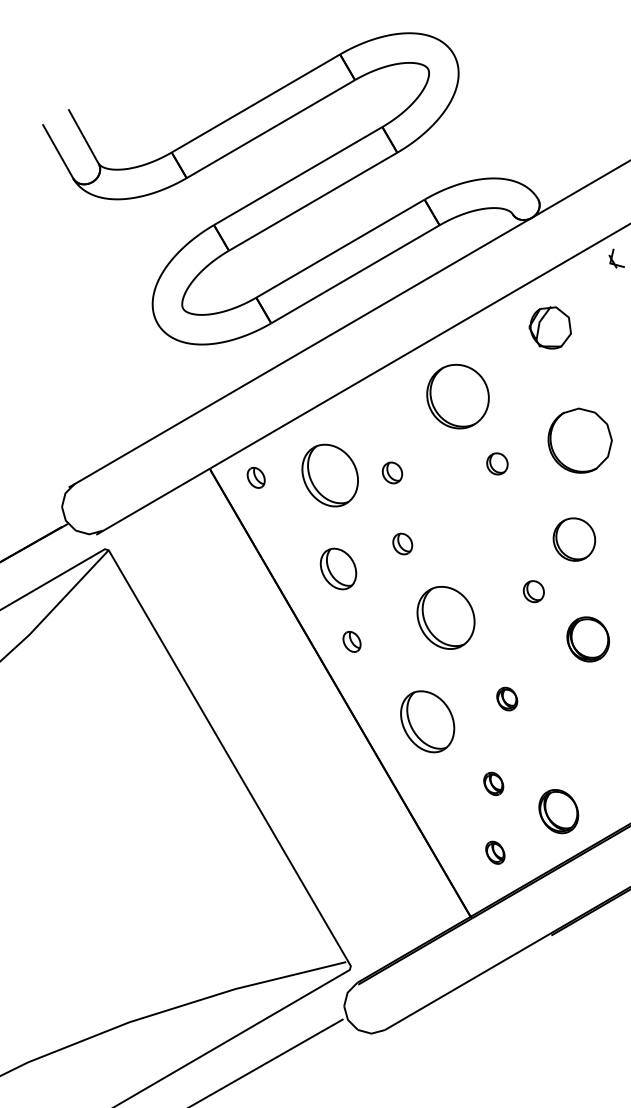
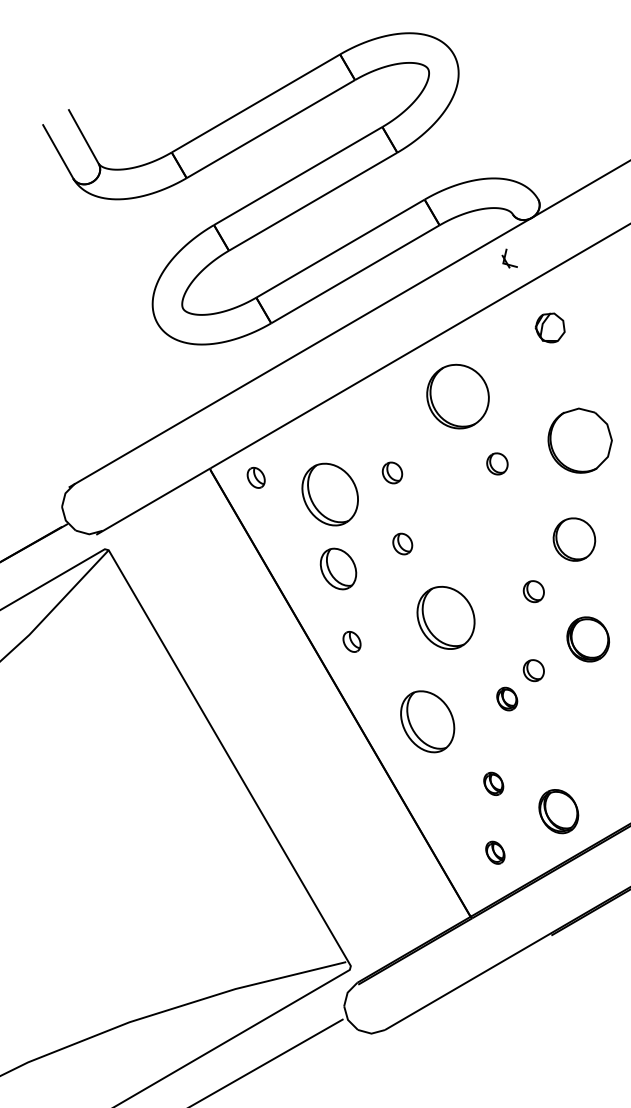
part at (616, 258) position: (616, 258) -> (509, 258)
part at (549, 327) size: 44x44 px -> 32x32 px
part at (329, 475) position: (329, 475) -> (329, 494)
part at (533, 670): none -> present
